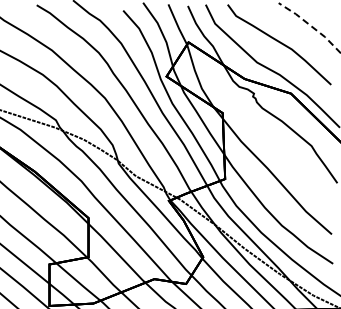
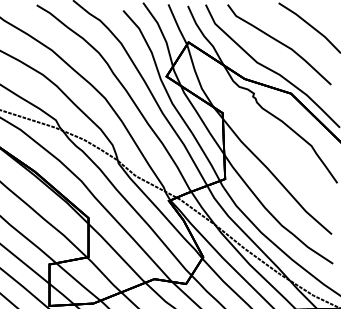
line at (311, 26): dashed -> solid
